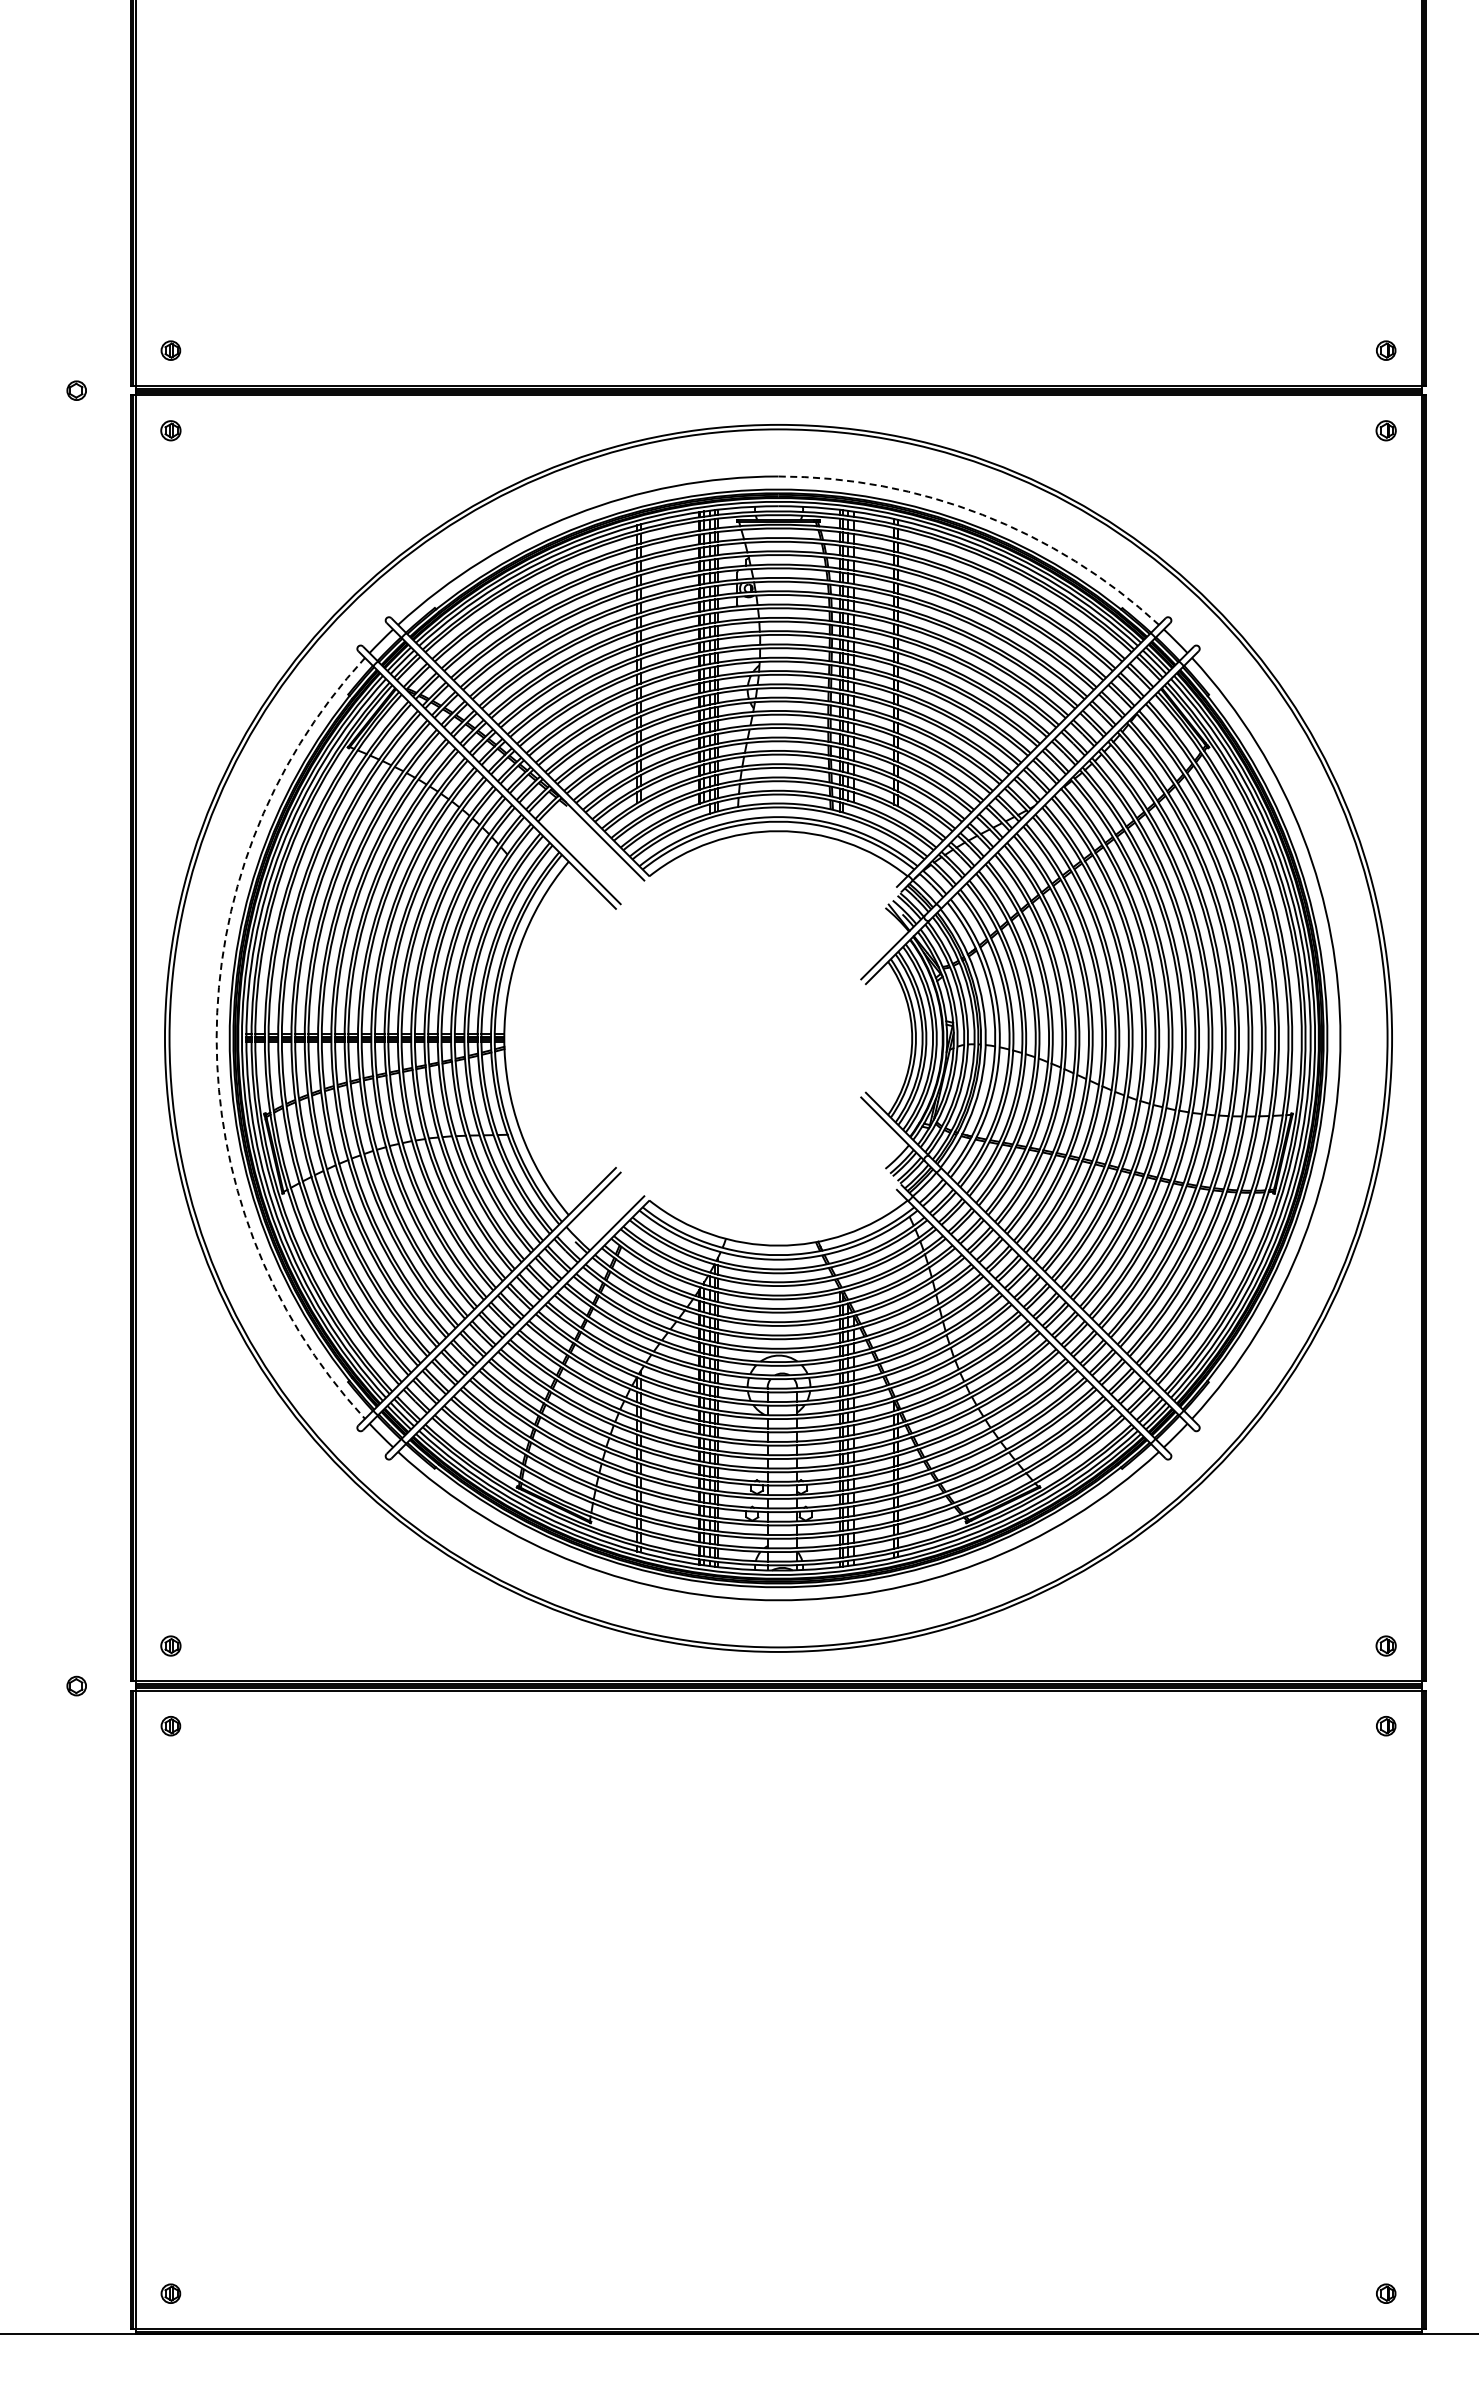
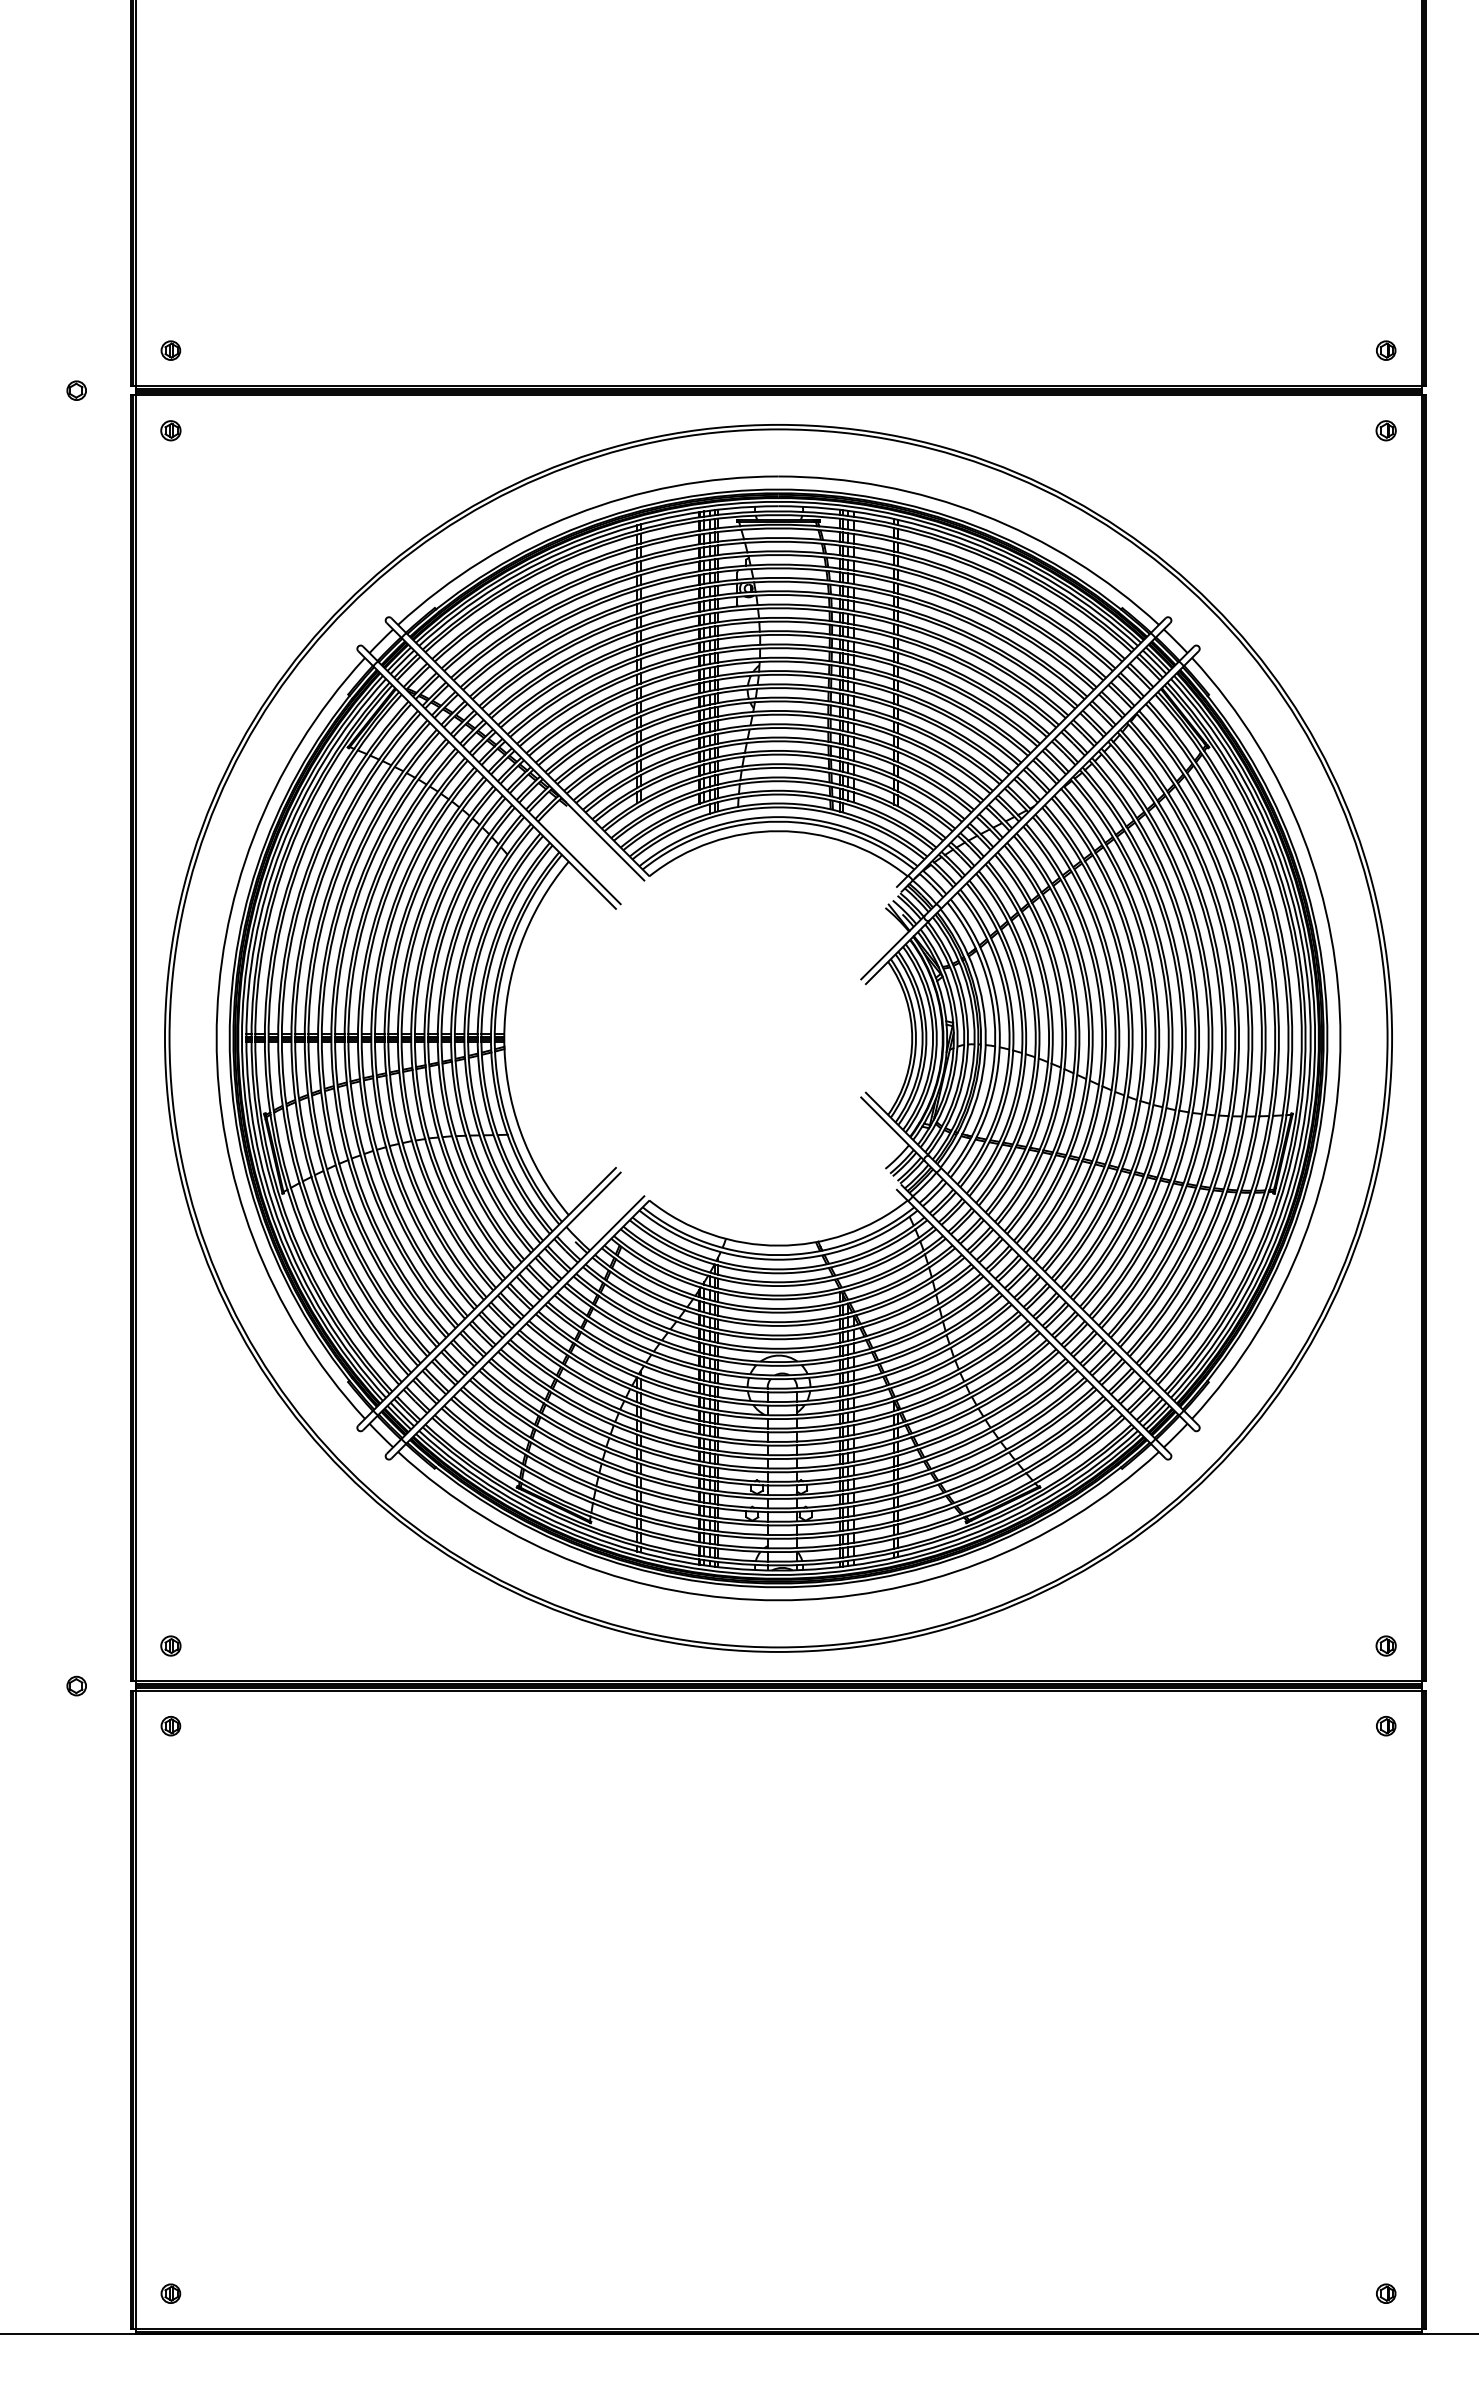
arc at (982, 514): dashed -> solid
arc at (216, 1038): dashed -> solid
